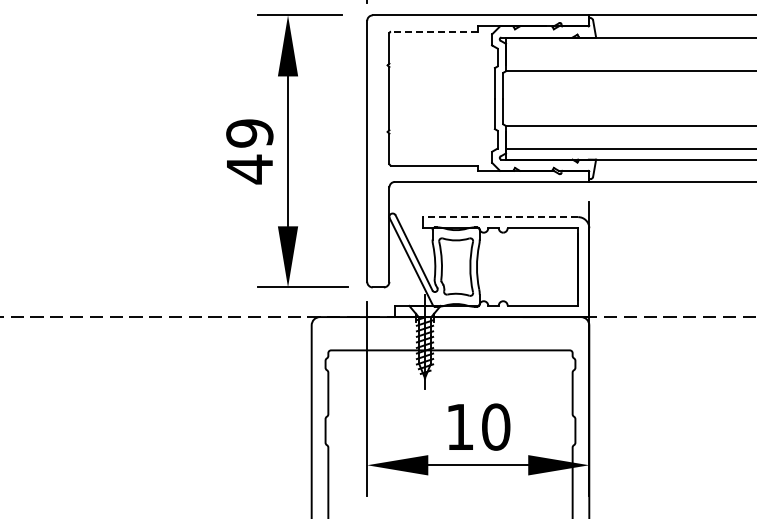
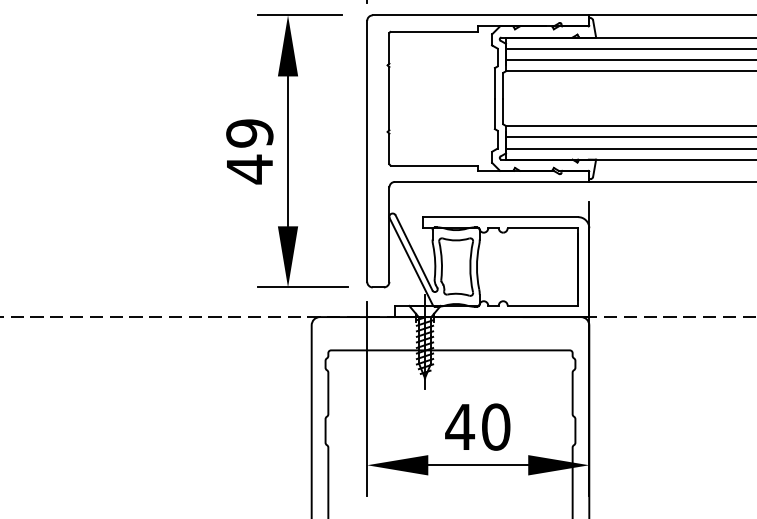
line at (434, 31): dashed -> solid
line at (629, 48): none -> present
line at (629, 59): none -> present
line at (629, 137): none -> present
line at (500, 217): dashed -> solid
text at (460, 426): 10 -> 40
